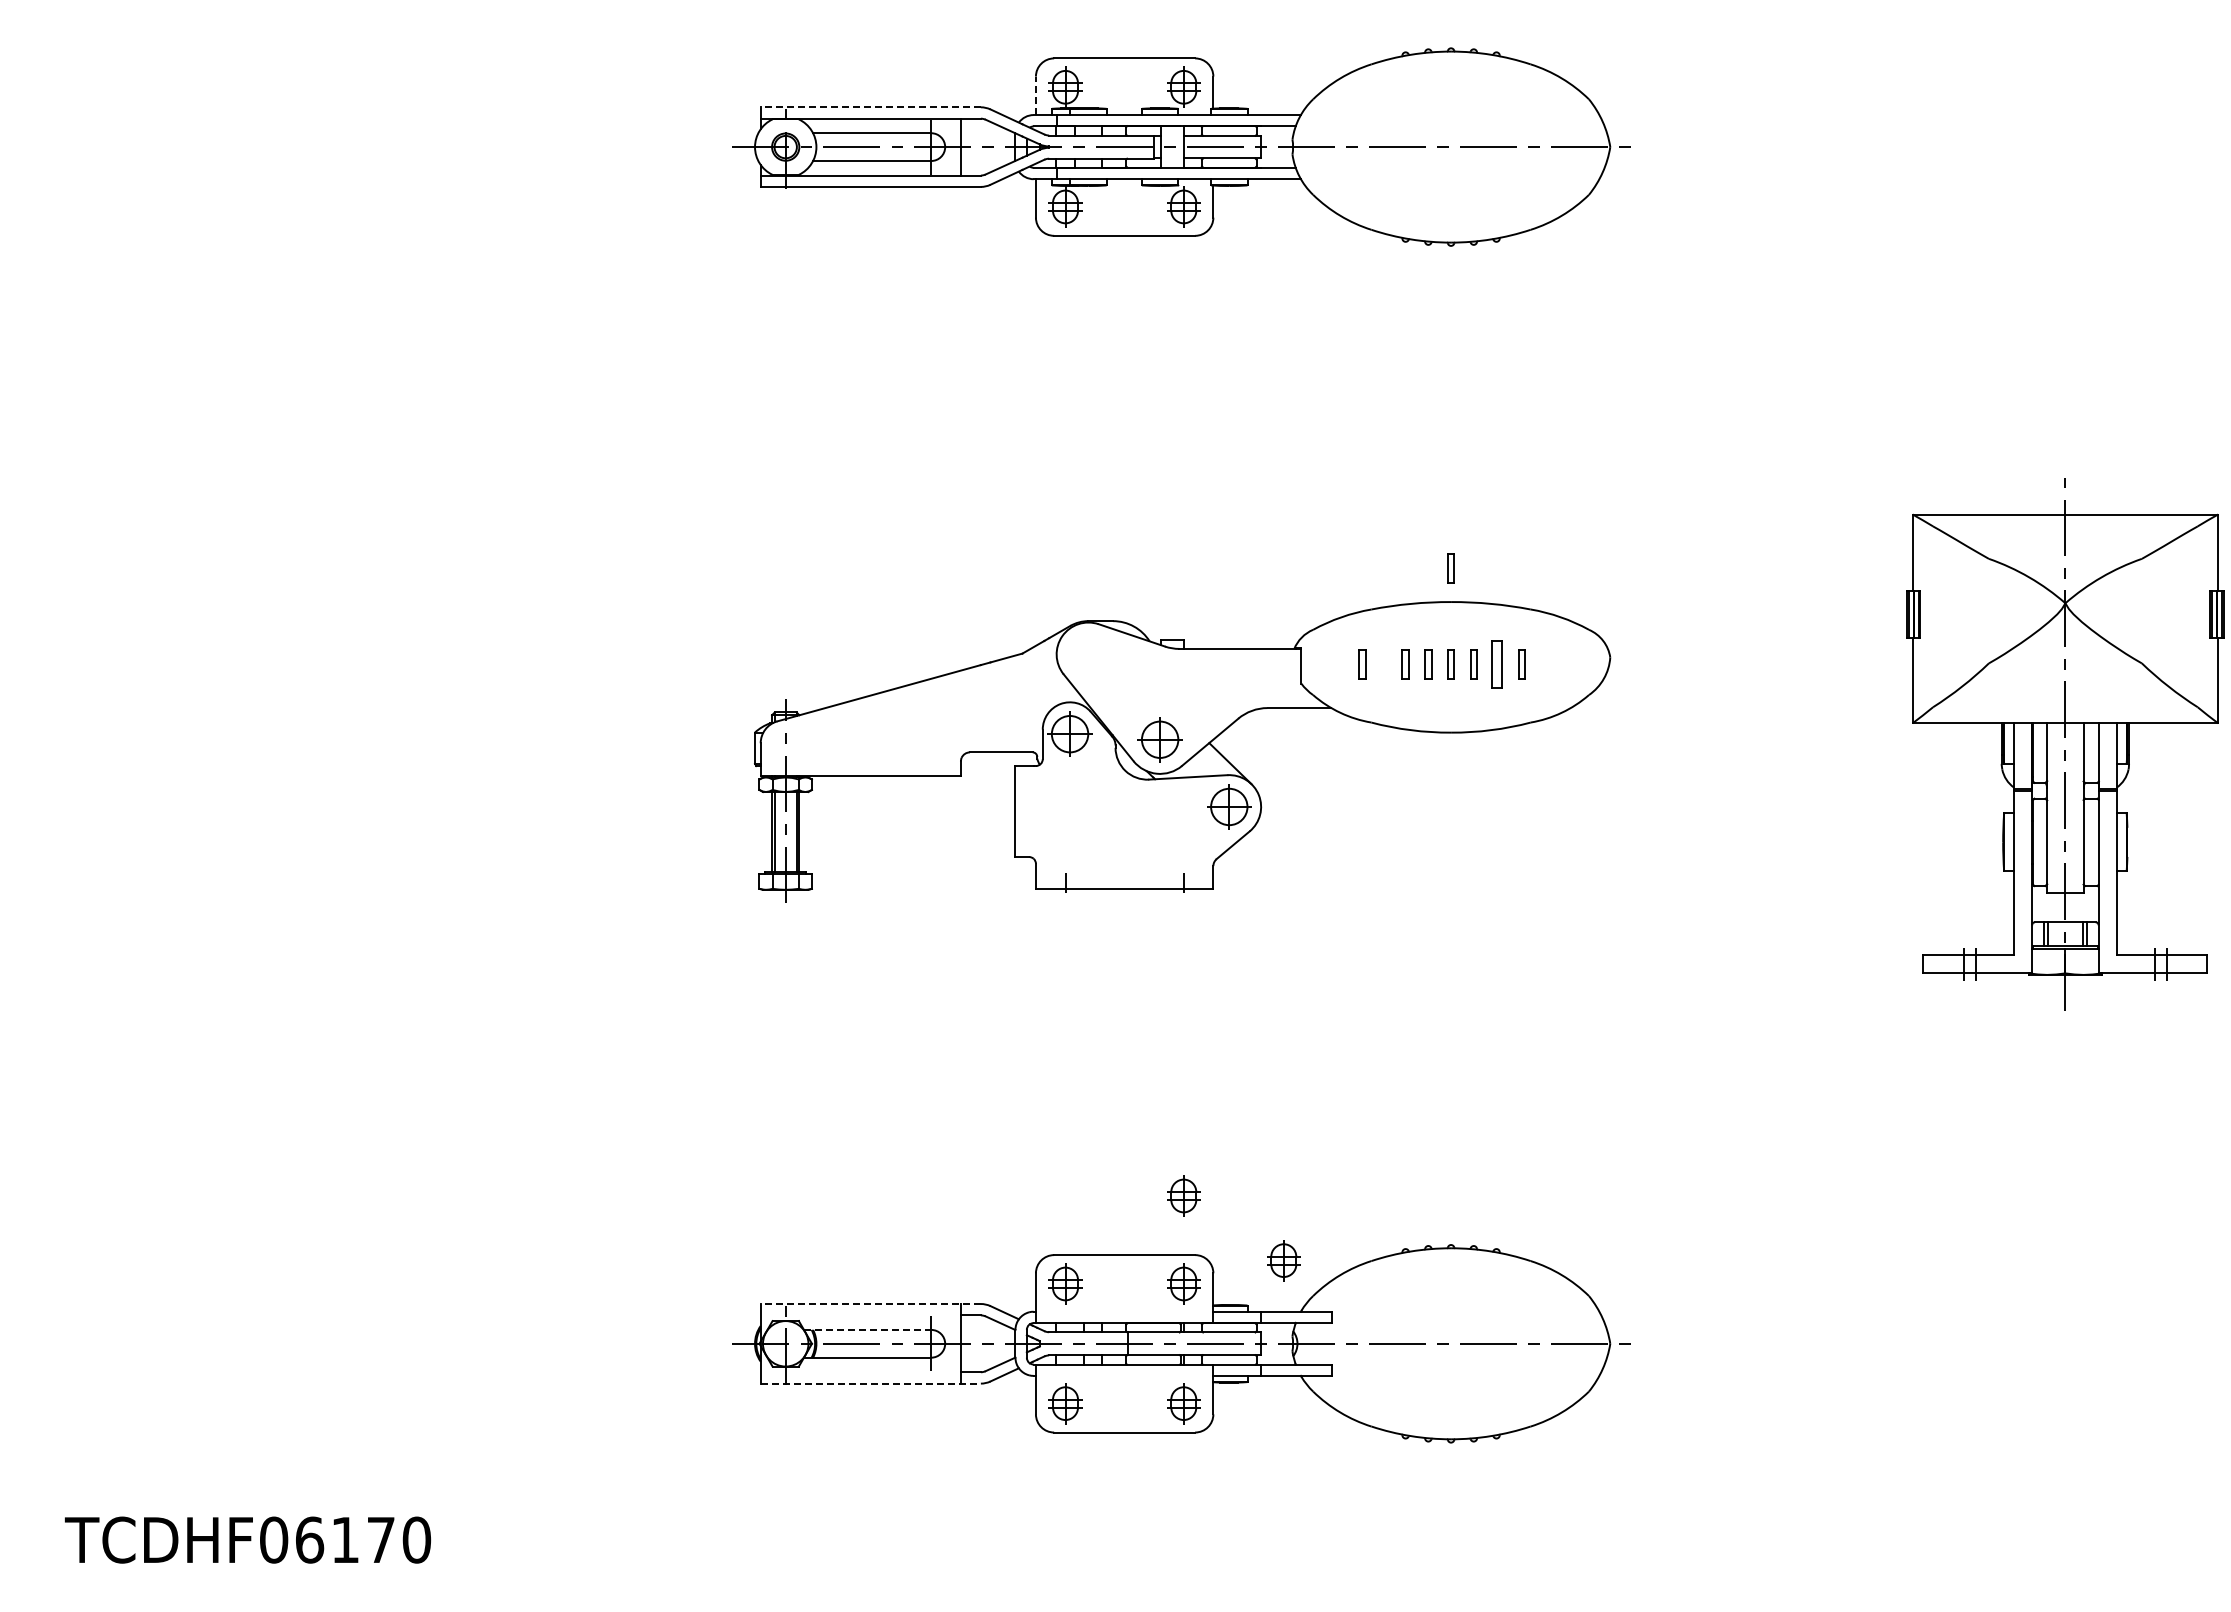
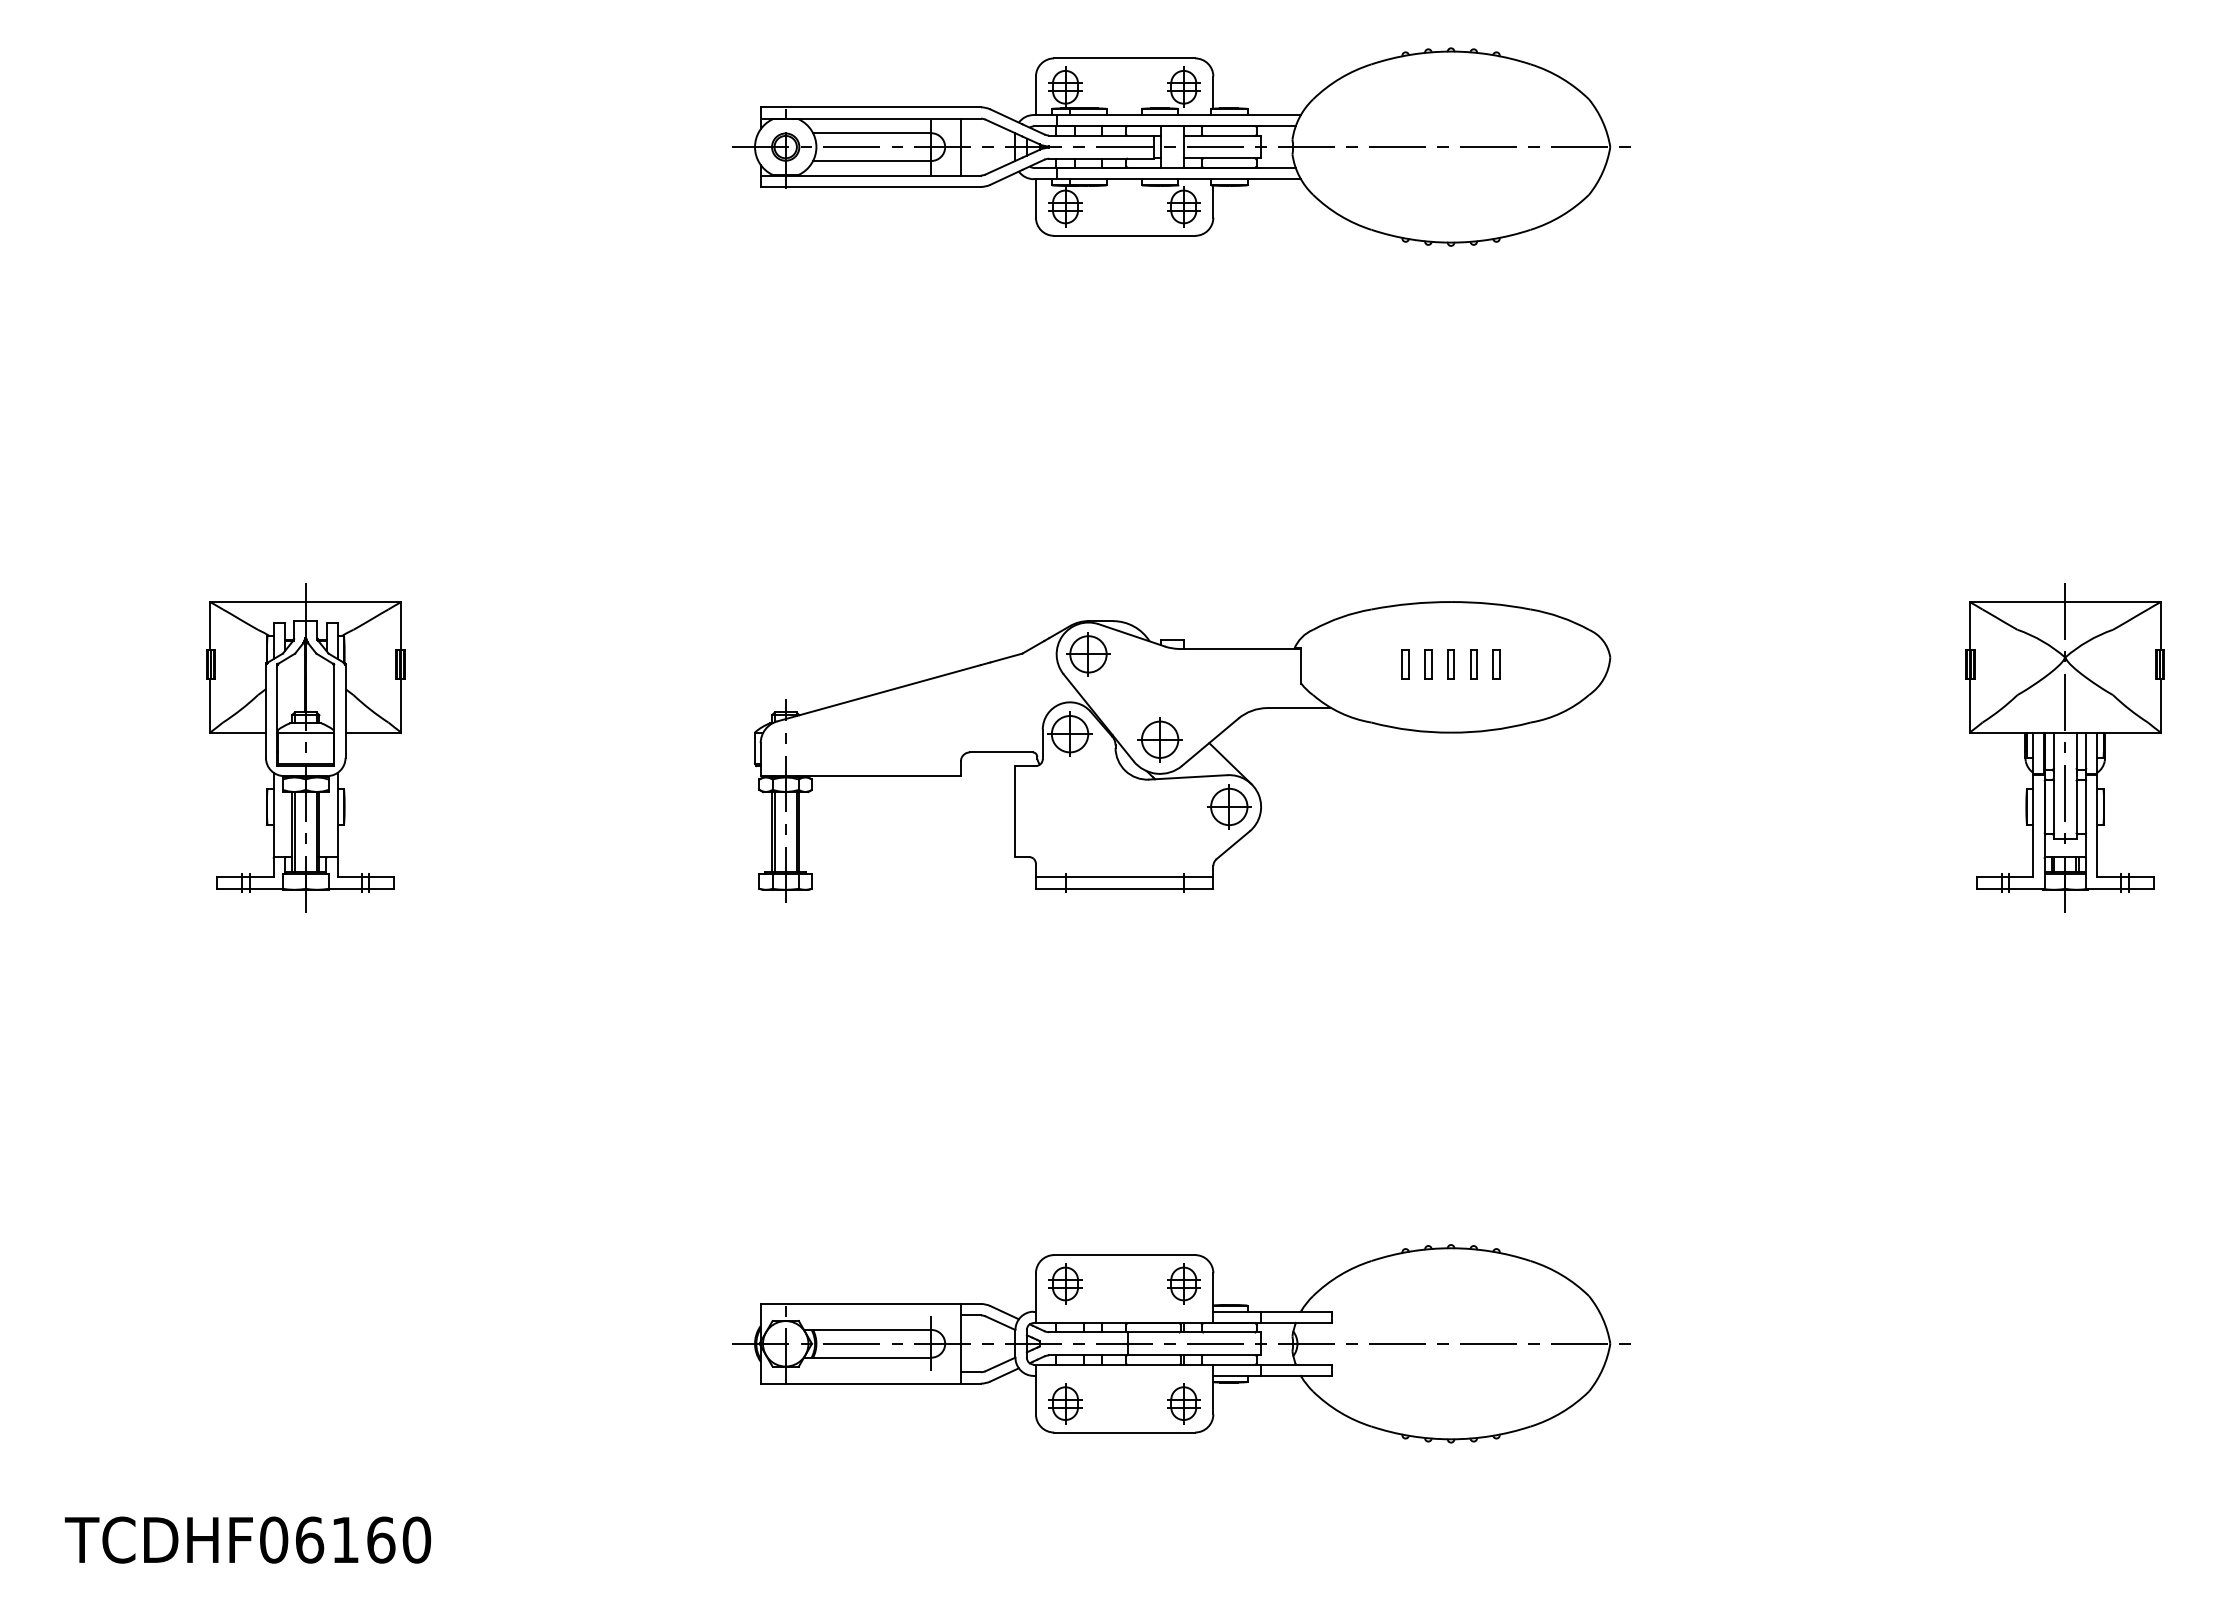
line at (1035, 95): dashed -> solid
line at (870, 107): dashed -> solid
part at (1450, 568): present -> none
part at (1088, 654): none -> present
part at (1362, 664): present -> none
part at (1496, 664) size: 12x49 px -> 9x31 px
part at (1521, 664): present -> none
part at (2065, 744) size: 319x533 px -> 200x330 px
part at (305, 747): none -> present
line at (1124, 877): none -> present
part at (1183, 1195): present -> none
part at (1283, 1260): present -> none
line at (870, 1304): dashed -> solid
line at (867, 1329): dashed -> solid
line at (871, 1383): dashed -> solid
text at (381, 1539): TCDHF06170 -> TCDHF06160
